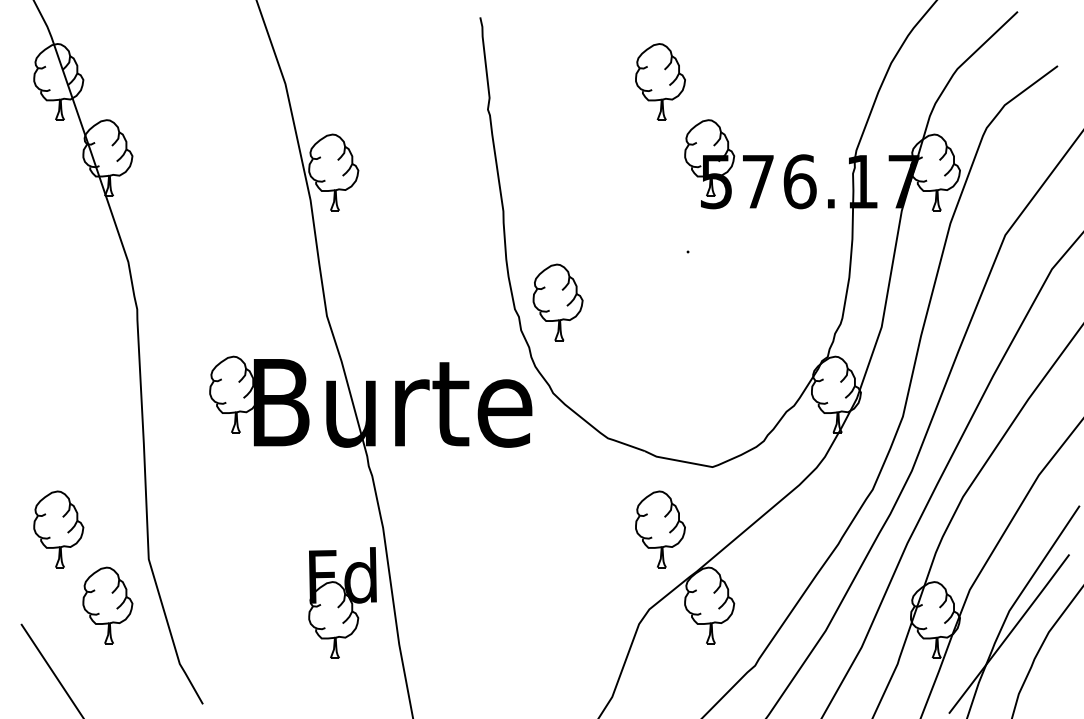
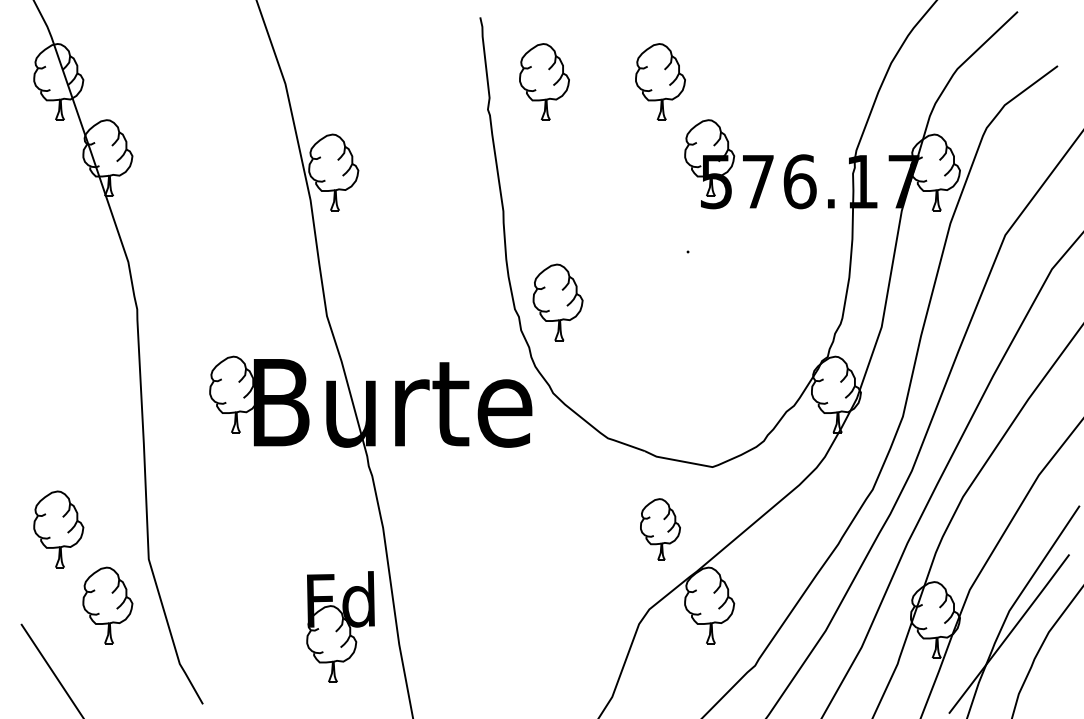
part at (544, 81): none -> present
part at (660, 529) size: 51x79 px -> 41x63 px
part at (342, 602) position: (342, 602) -> (340, 626)
